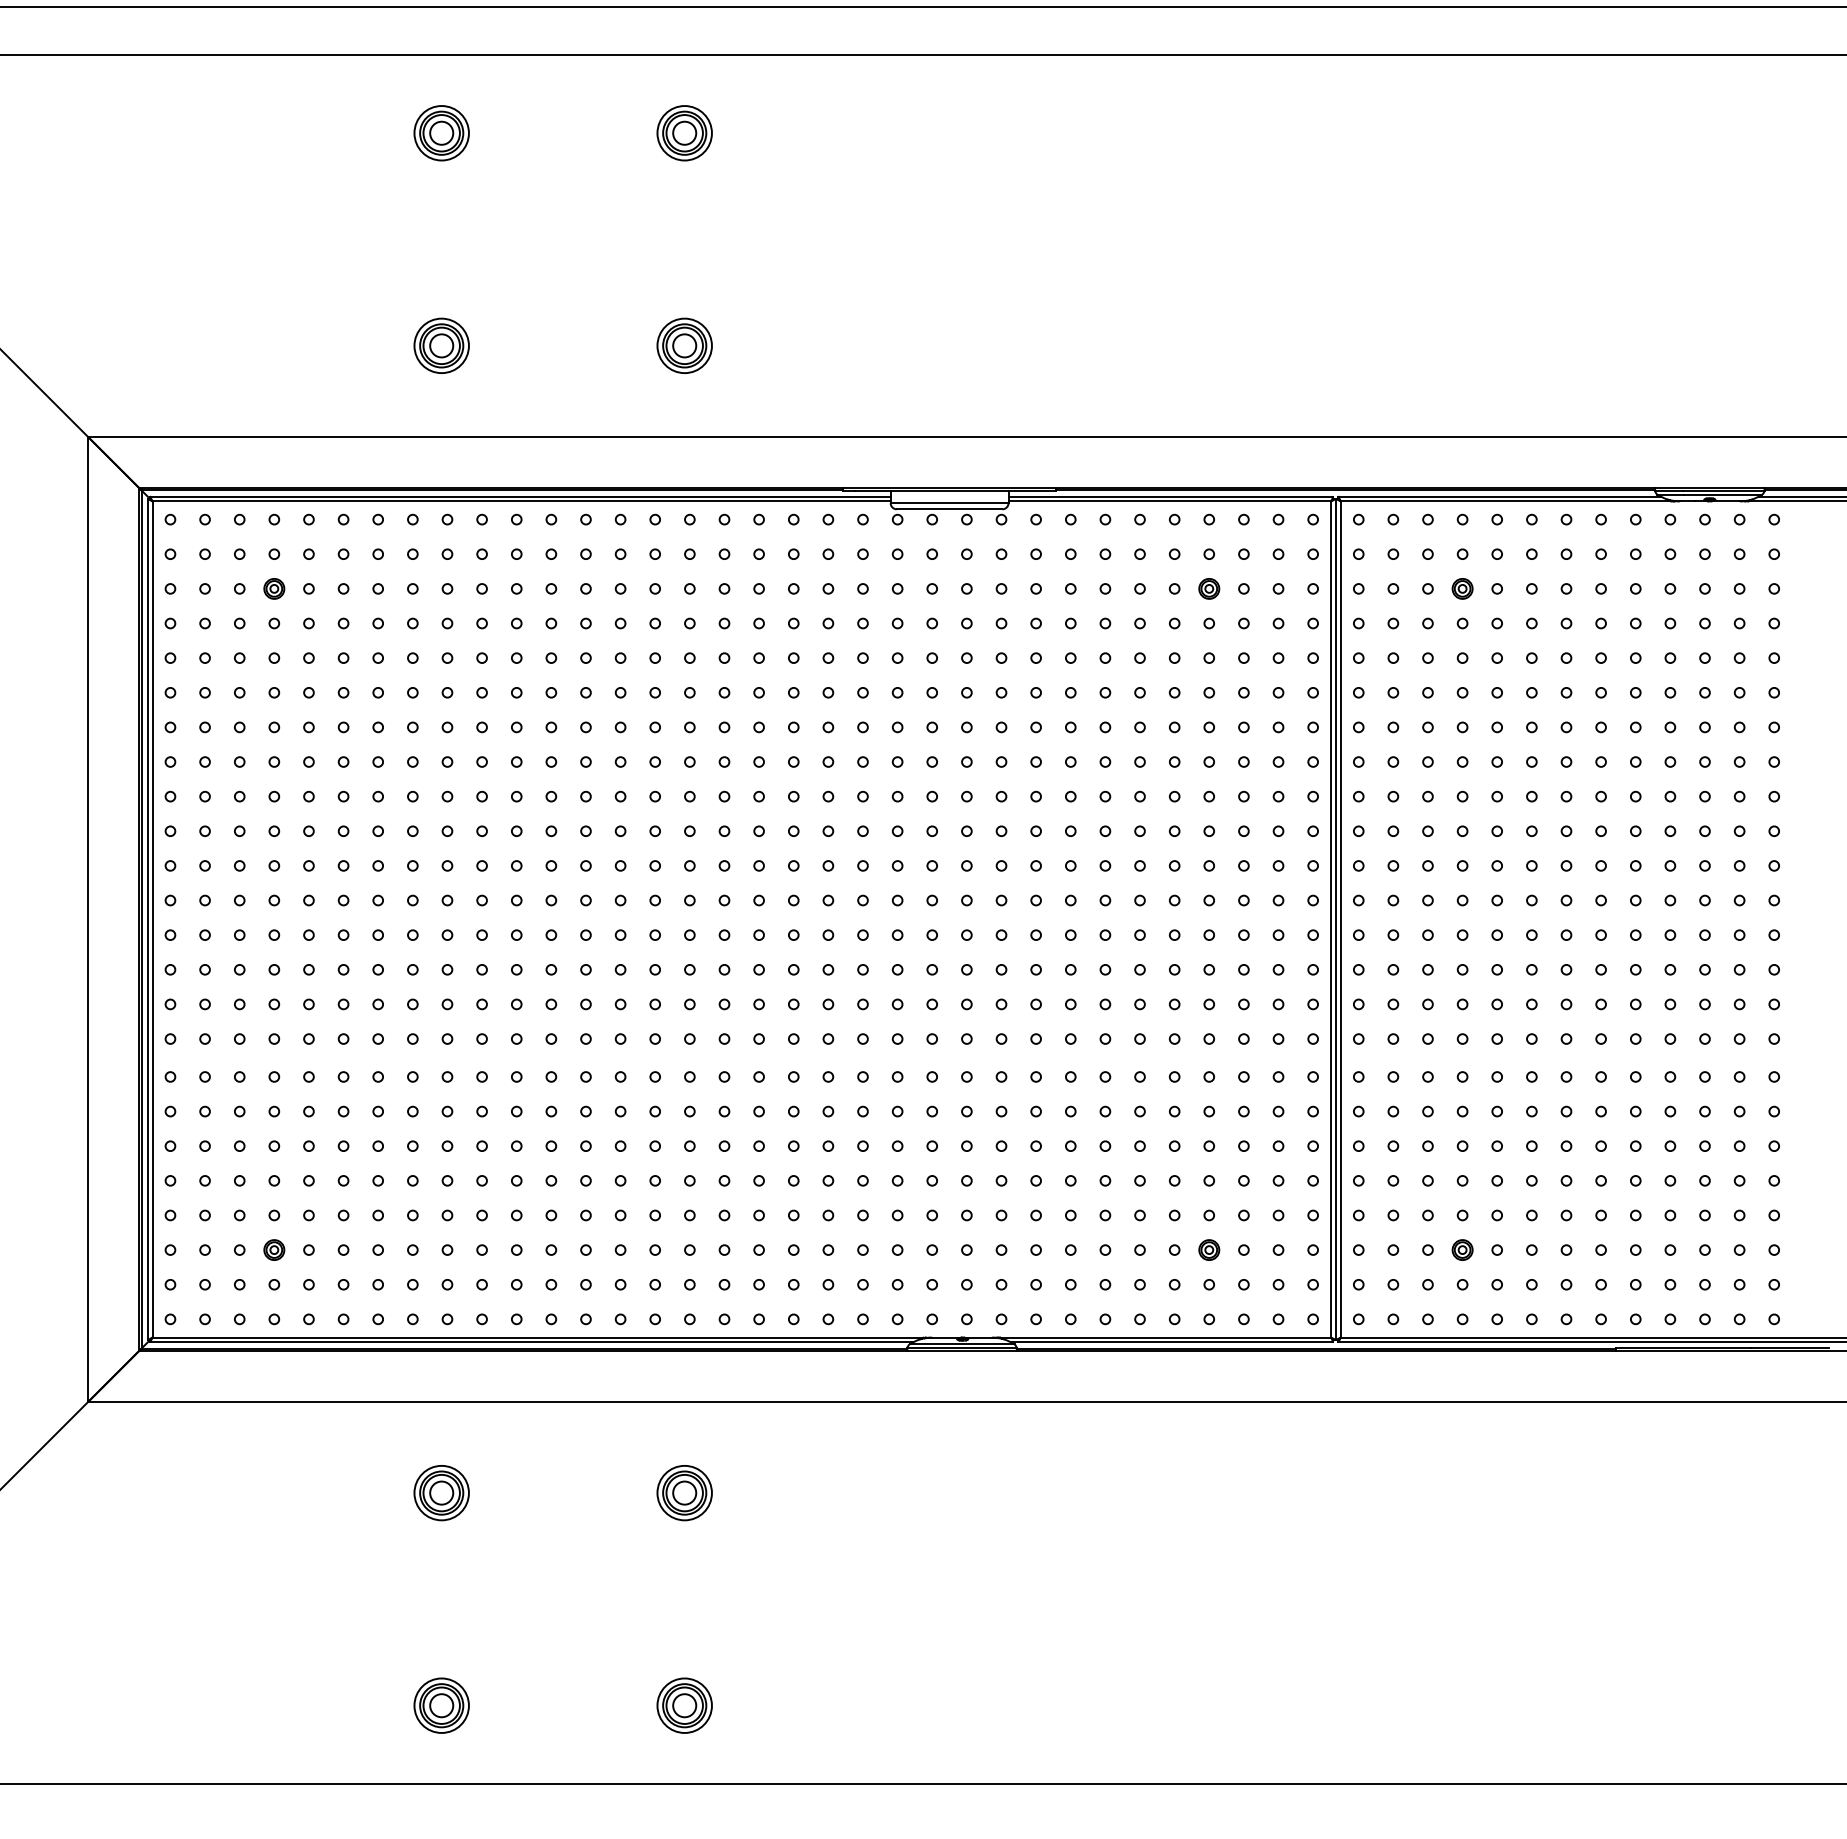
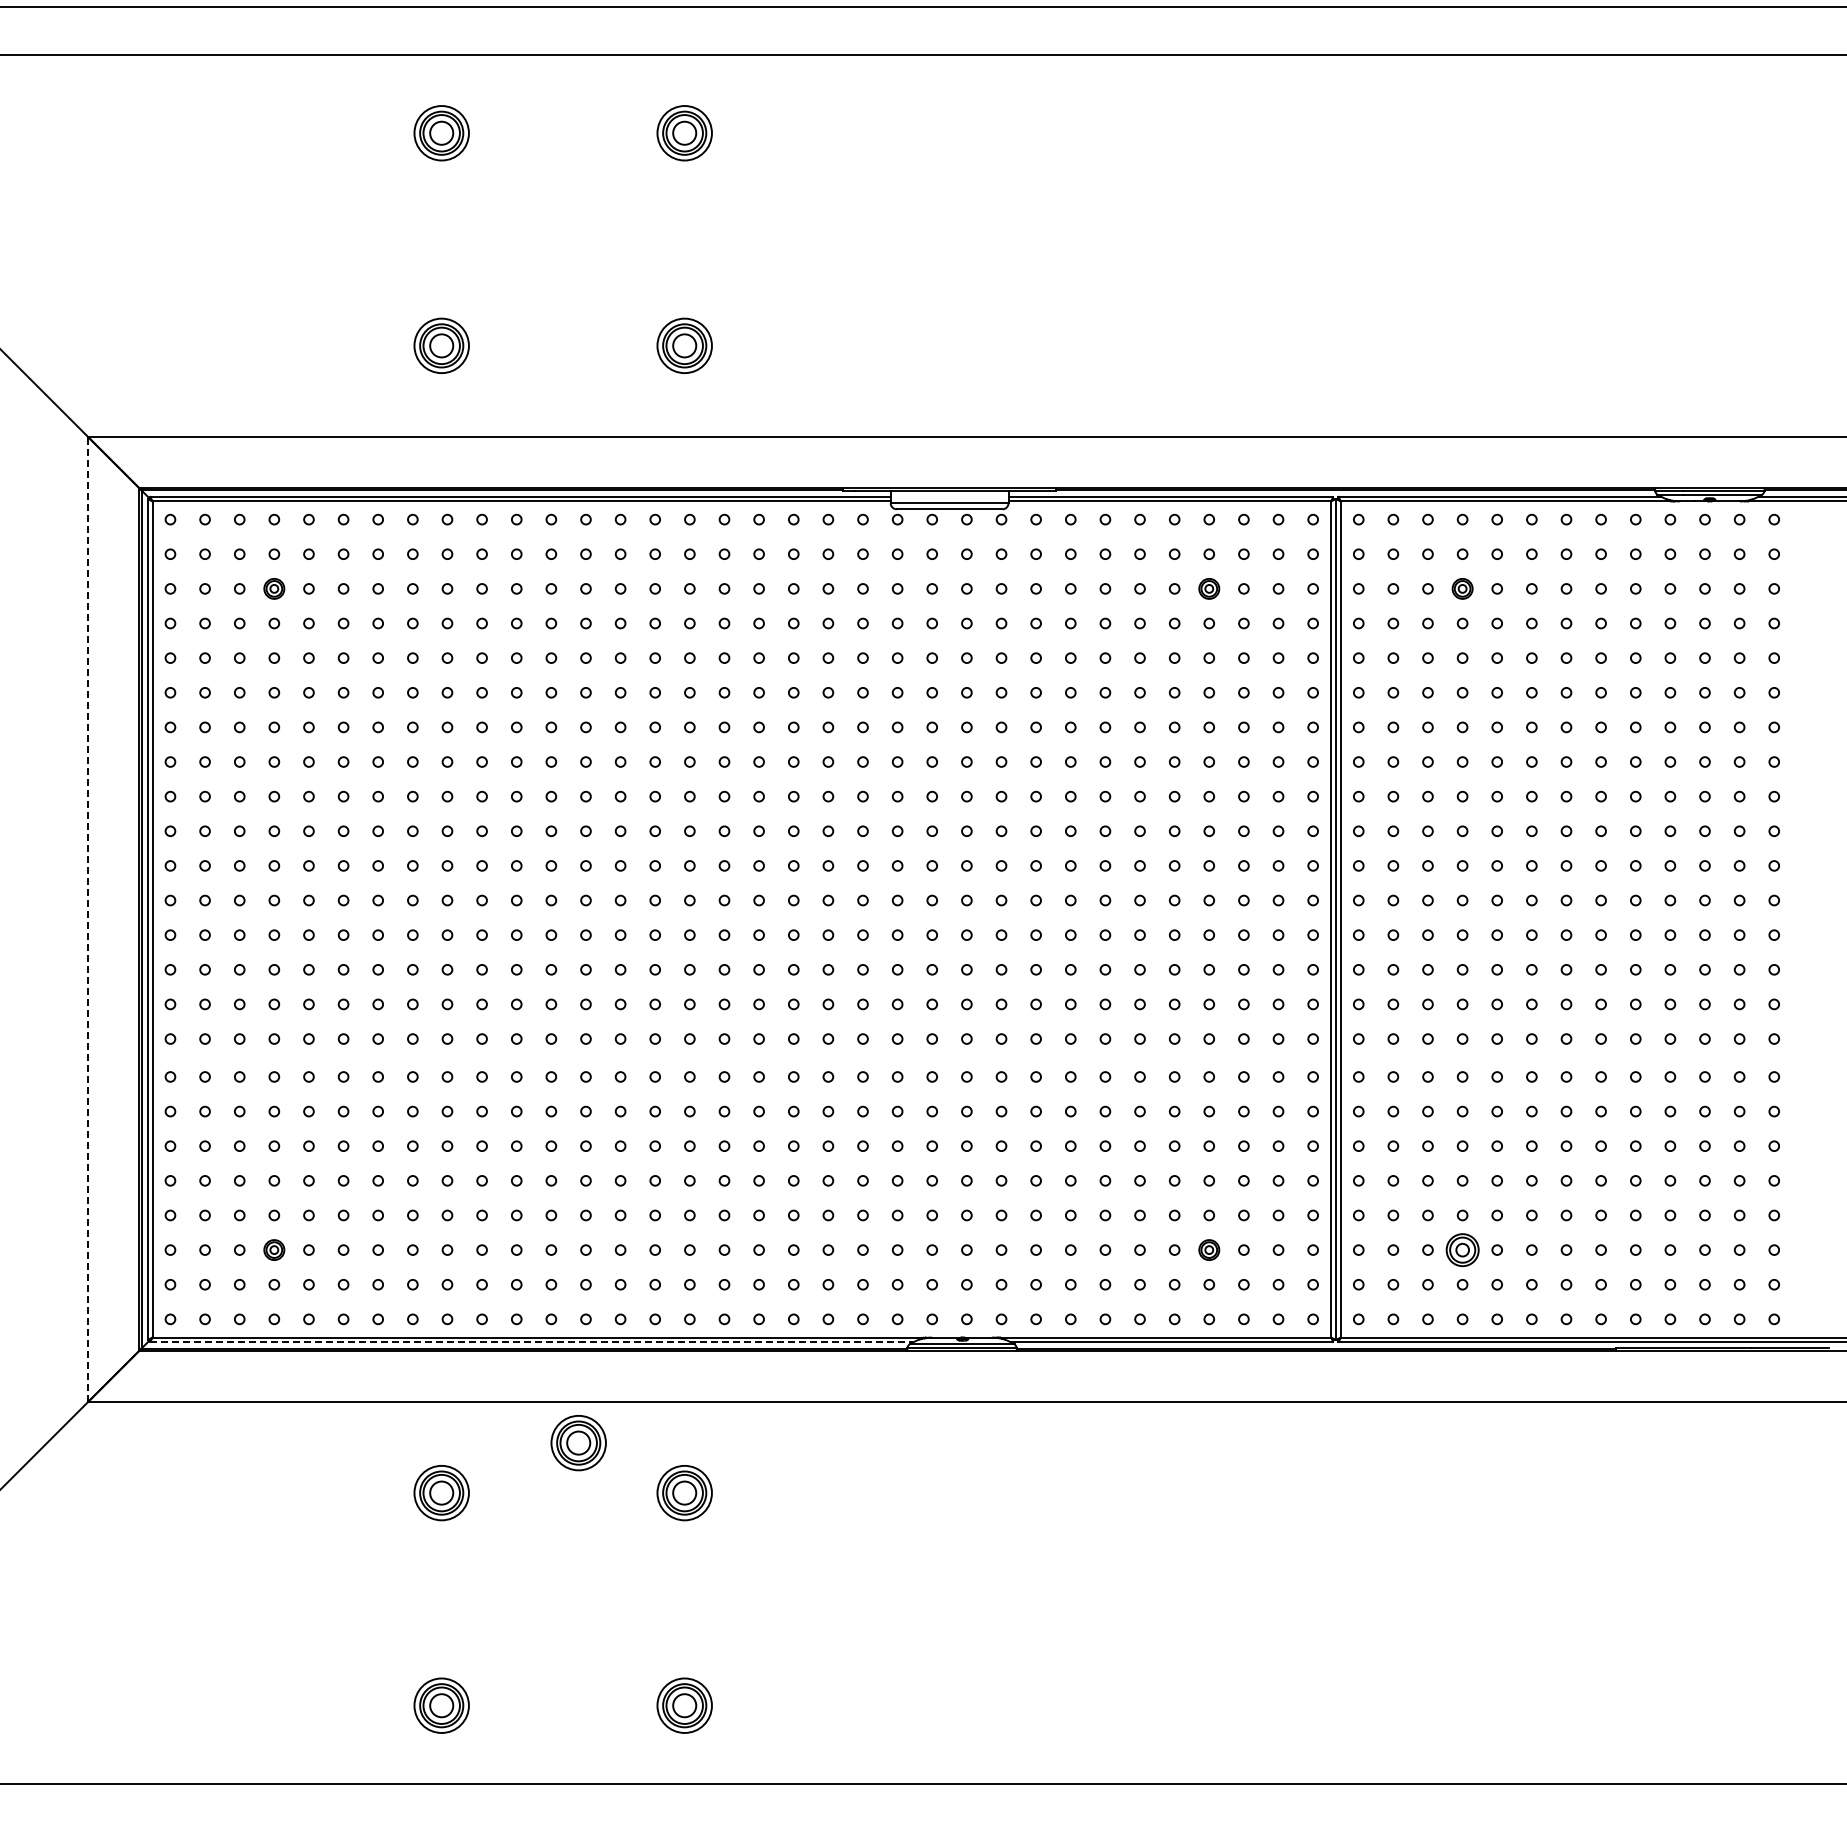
line at (88, 919): solid -> dashed
part at (1462, 1249) size: 23x22 px -> 35x35 px
line at (532, 1342): solid -> dashed
part at (578, 1443): none -> present
